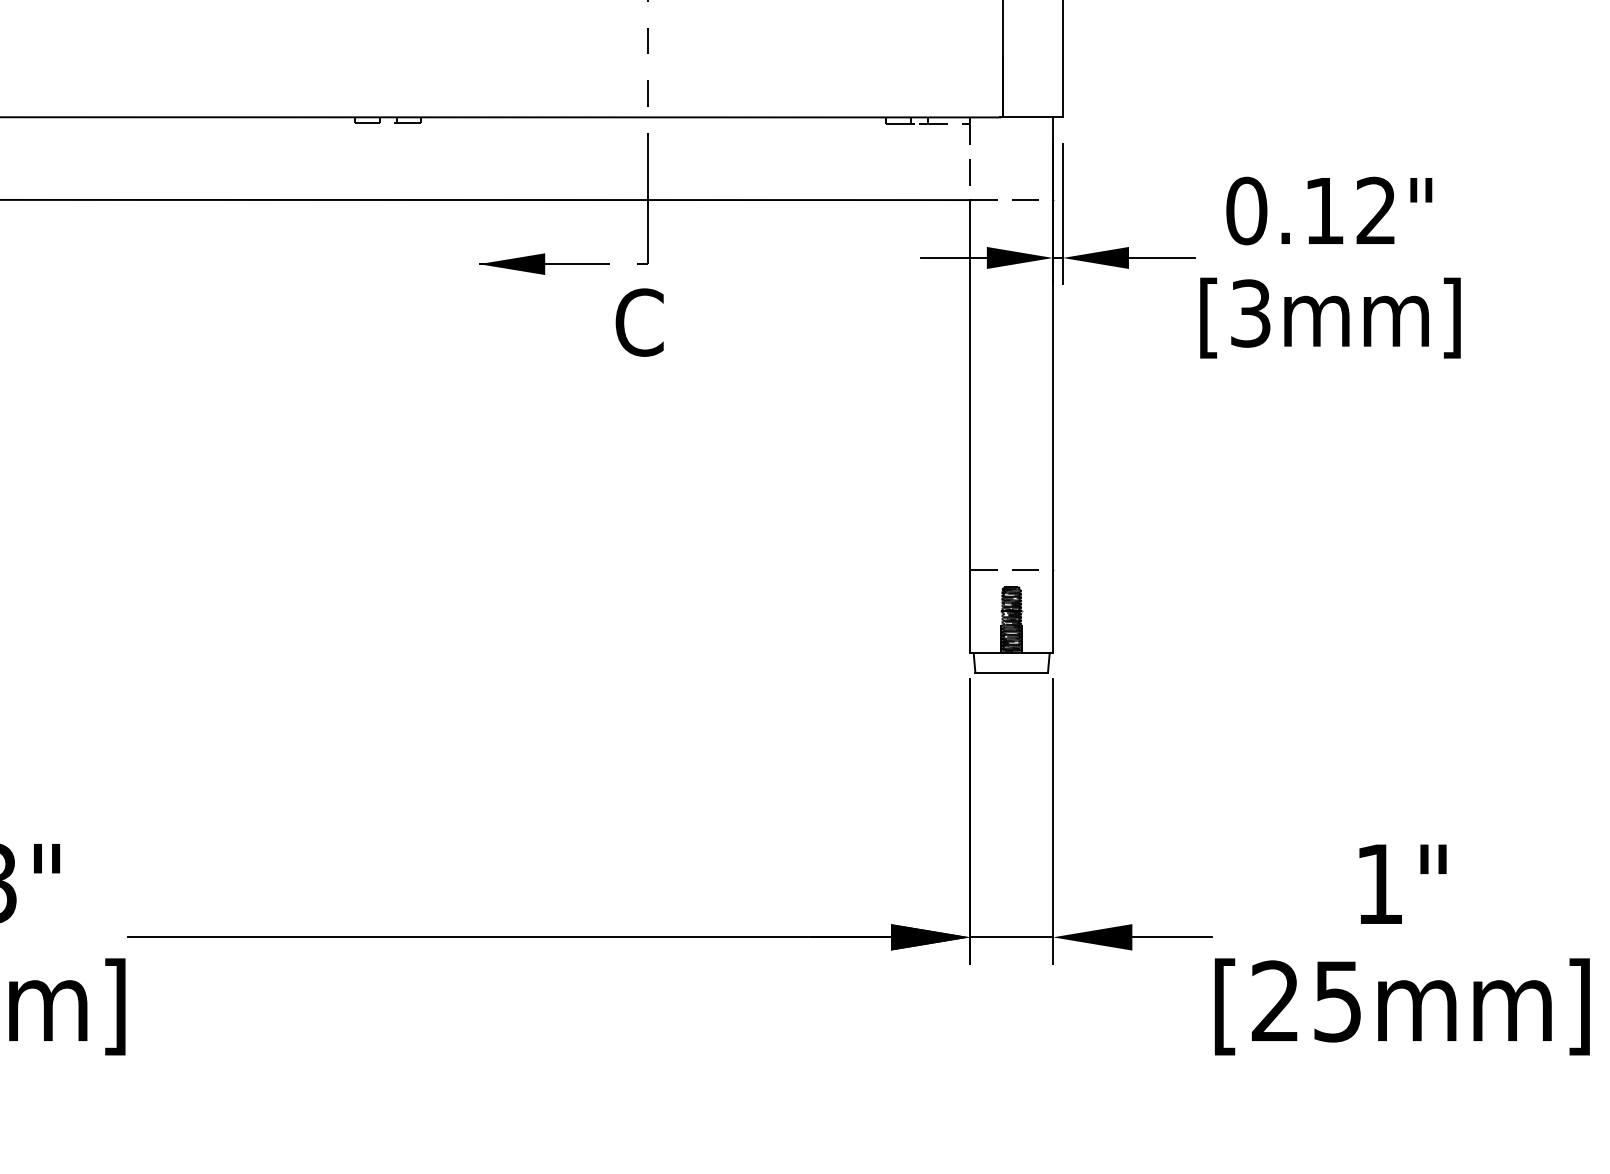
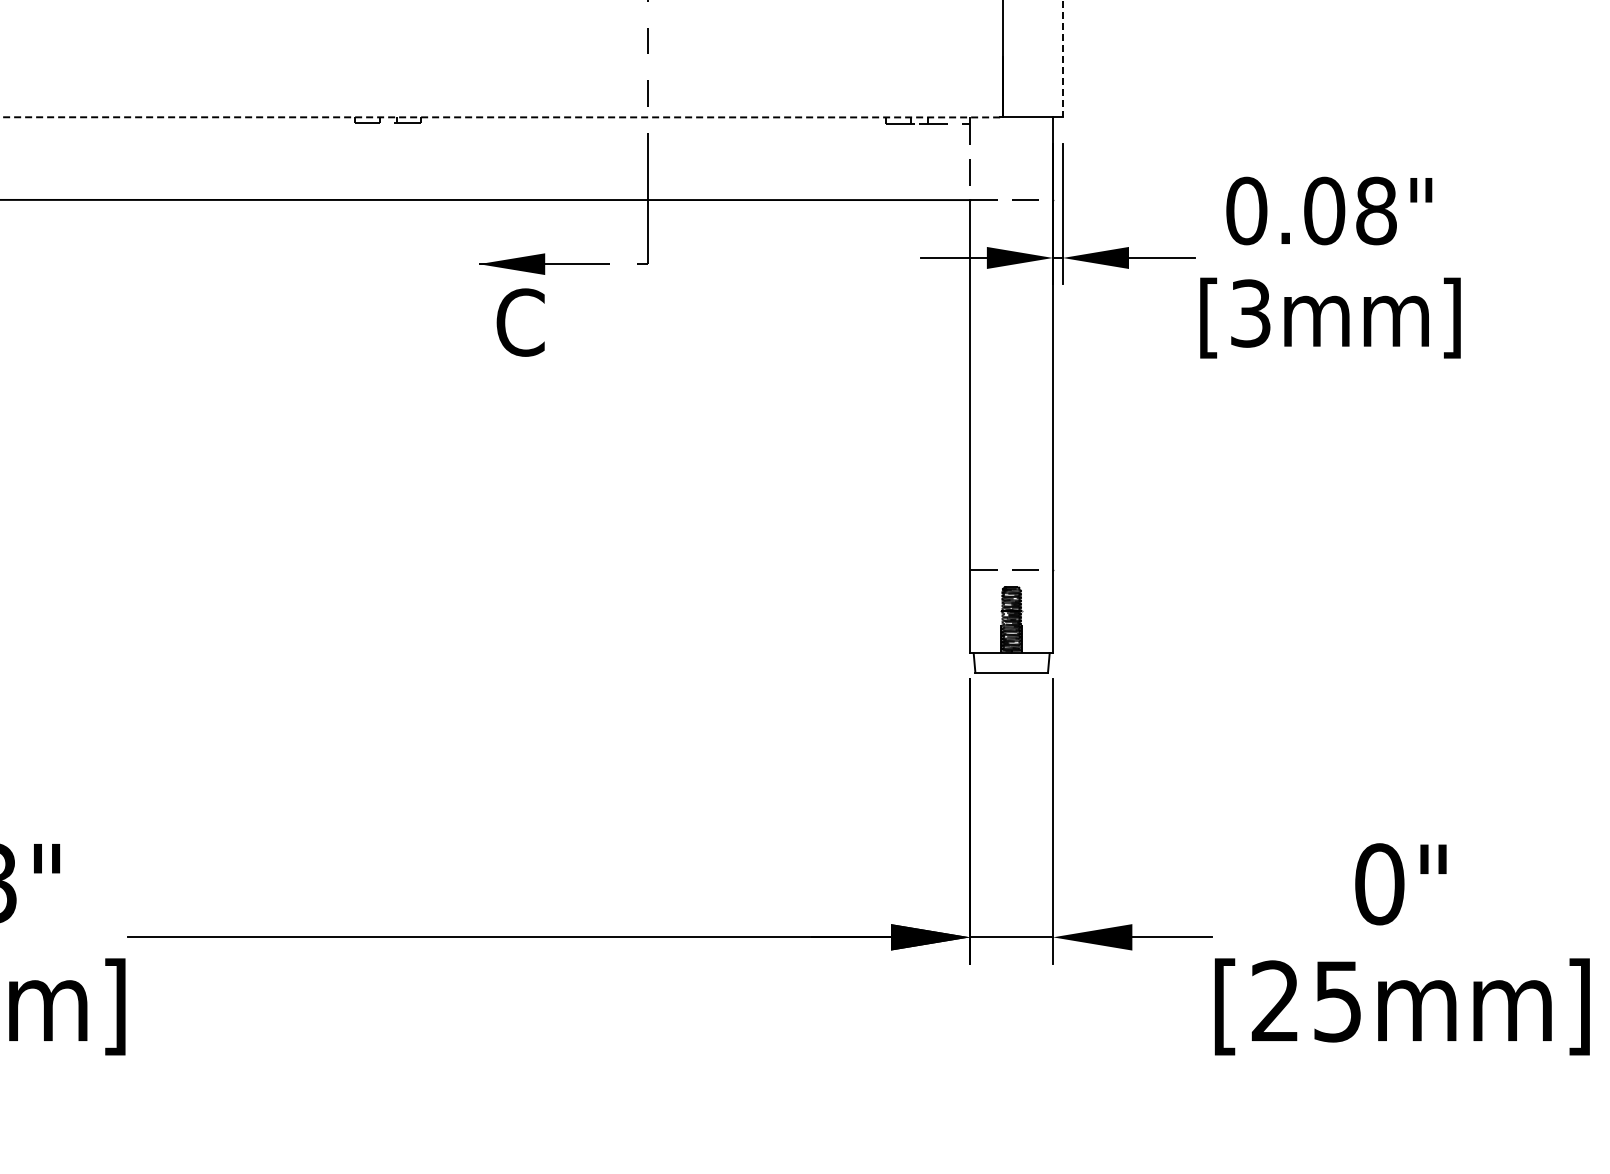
line at (1062, 59): solid -> dashed
line at (500, 117): solid -> dashed
text at (1350, 210): 0.12" -> 0.08"
text at (639, 322) position: (639, 322) -> (520, 322)
text at (1379, 884): 1" -> 0"
